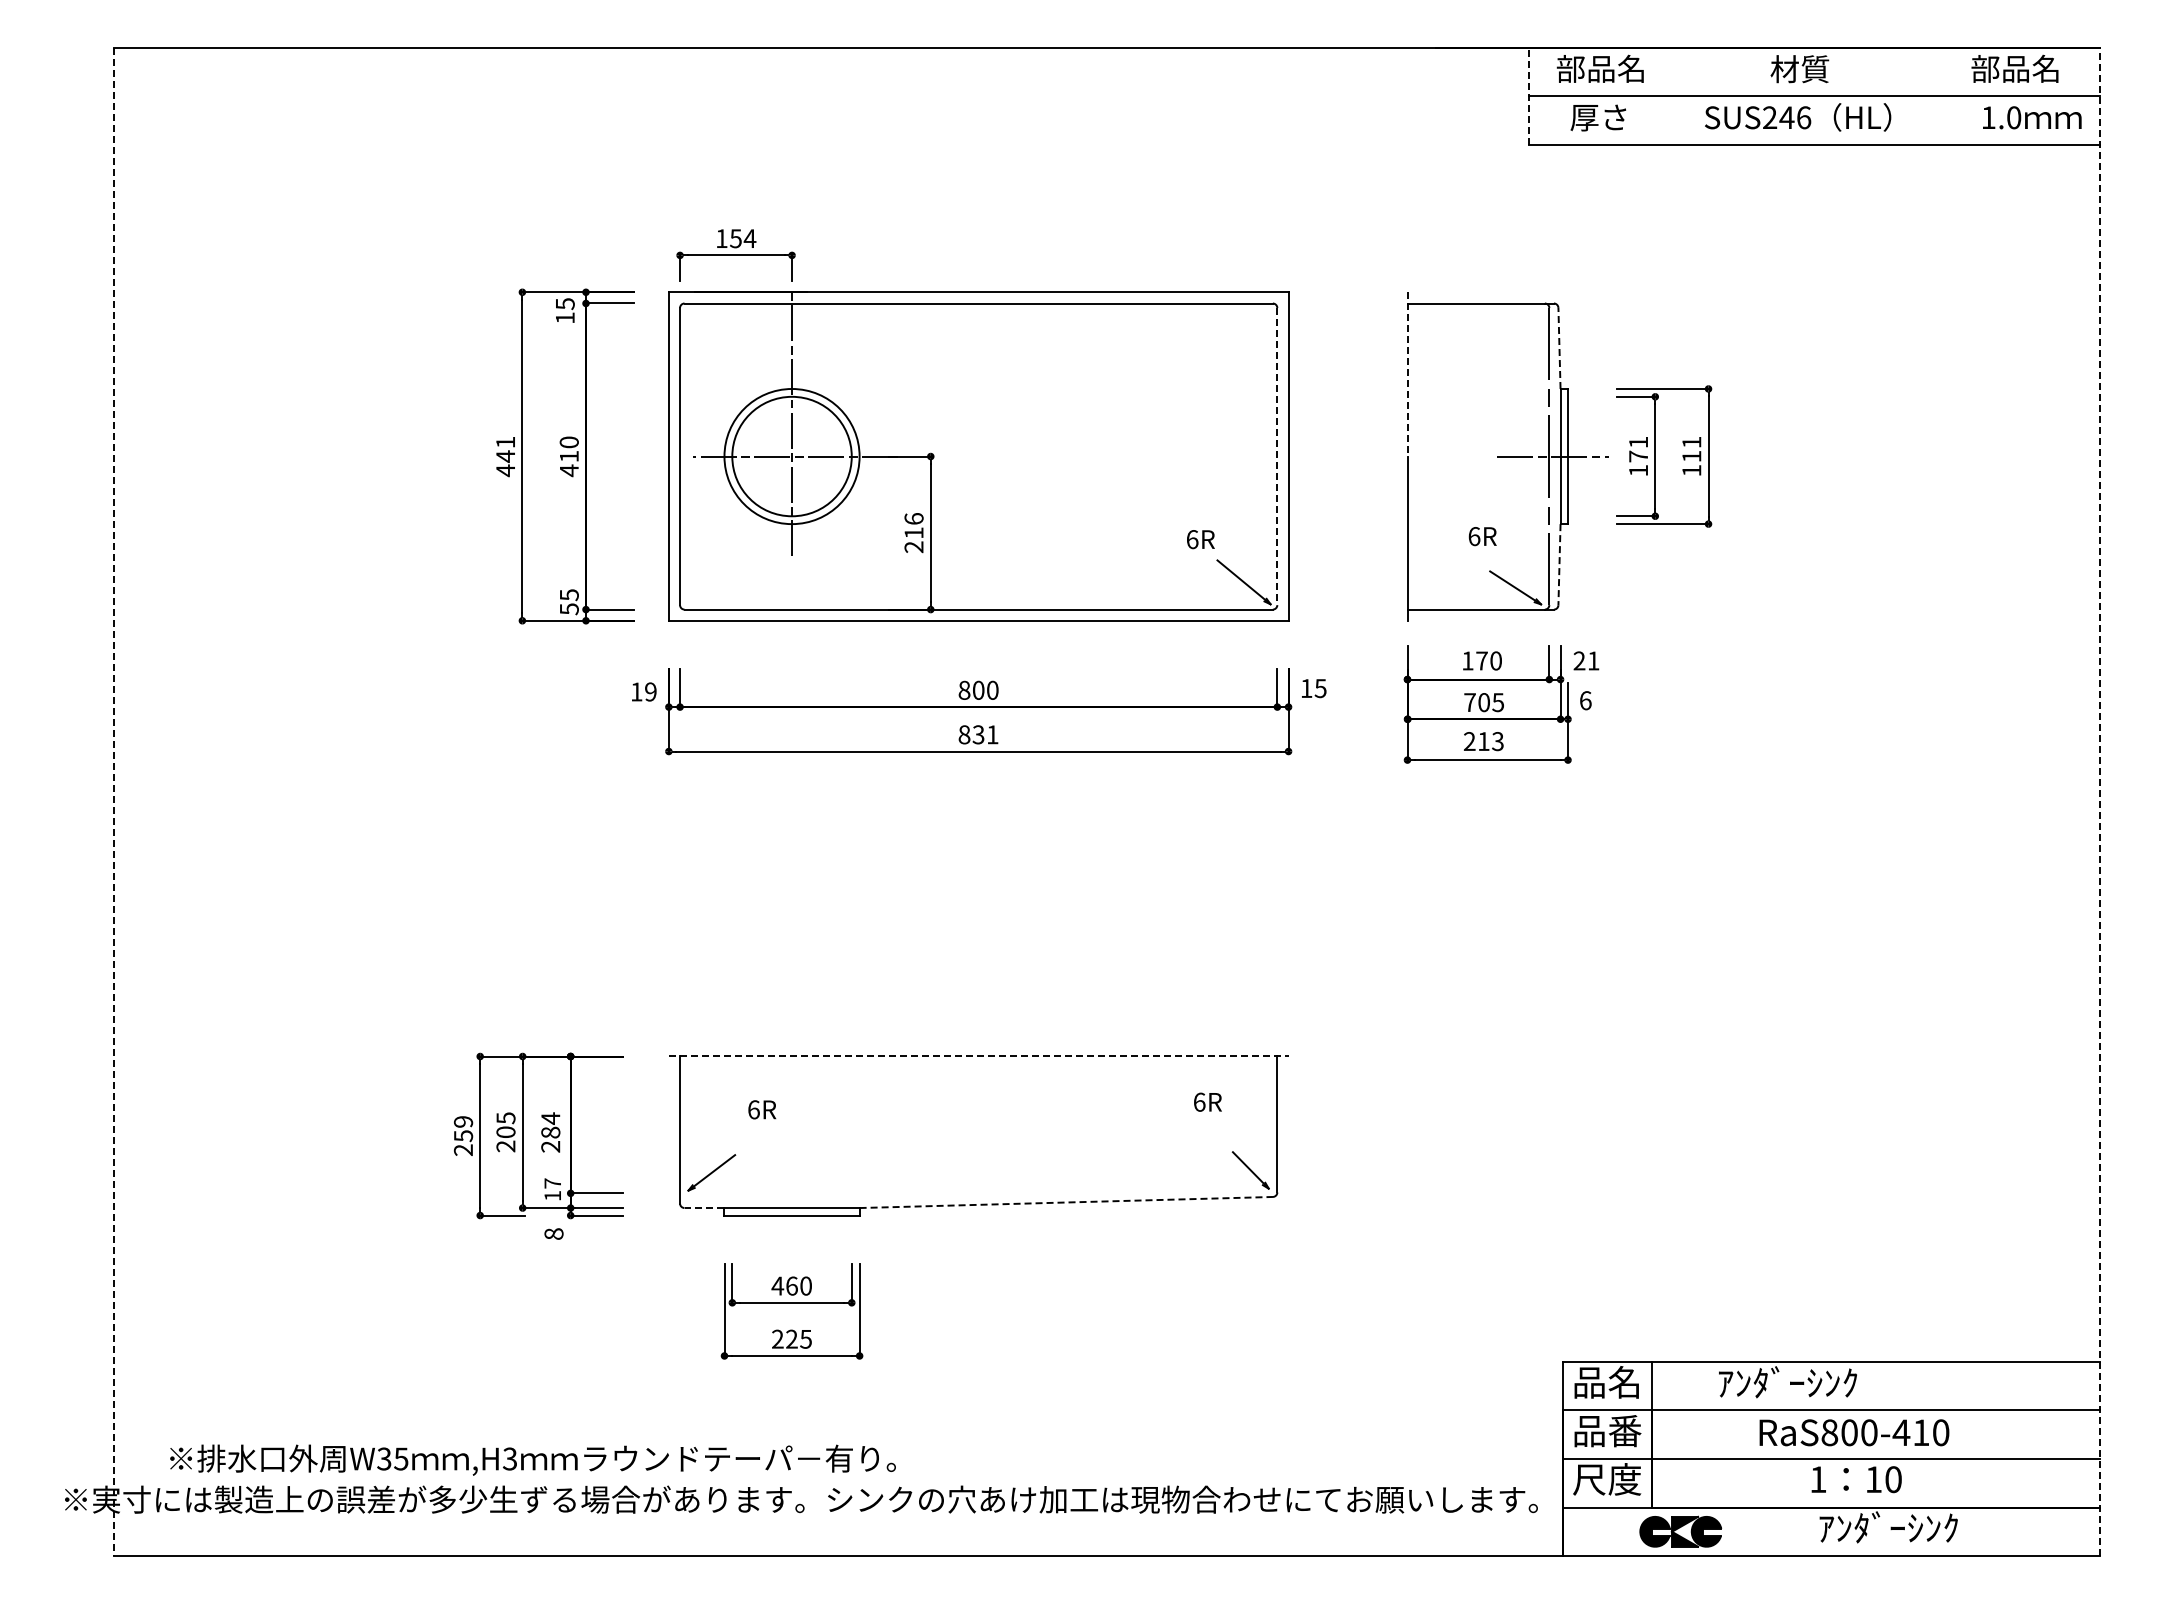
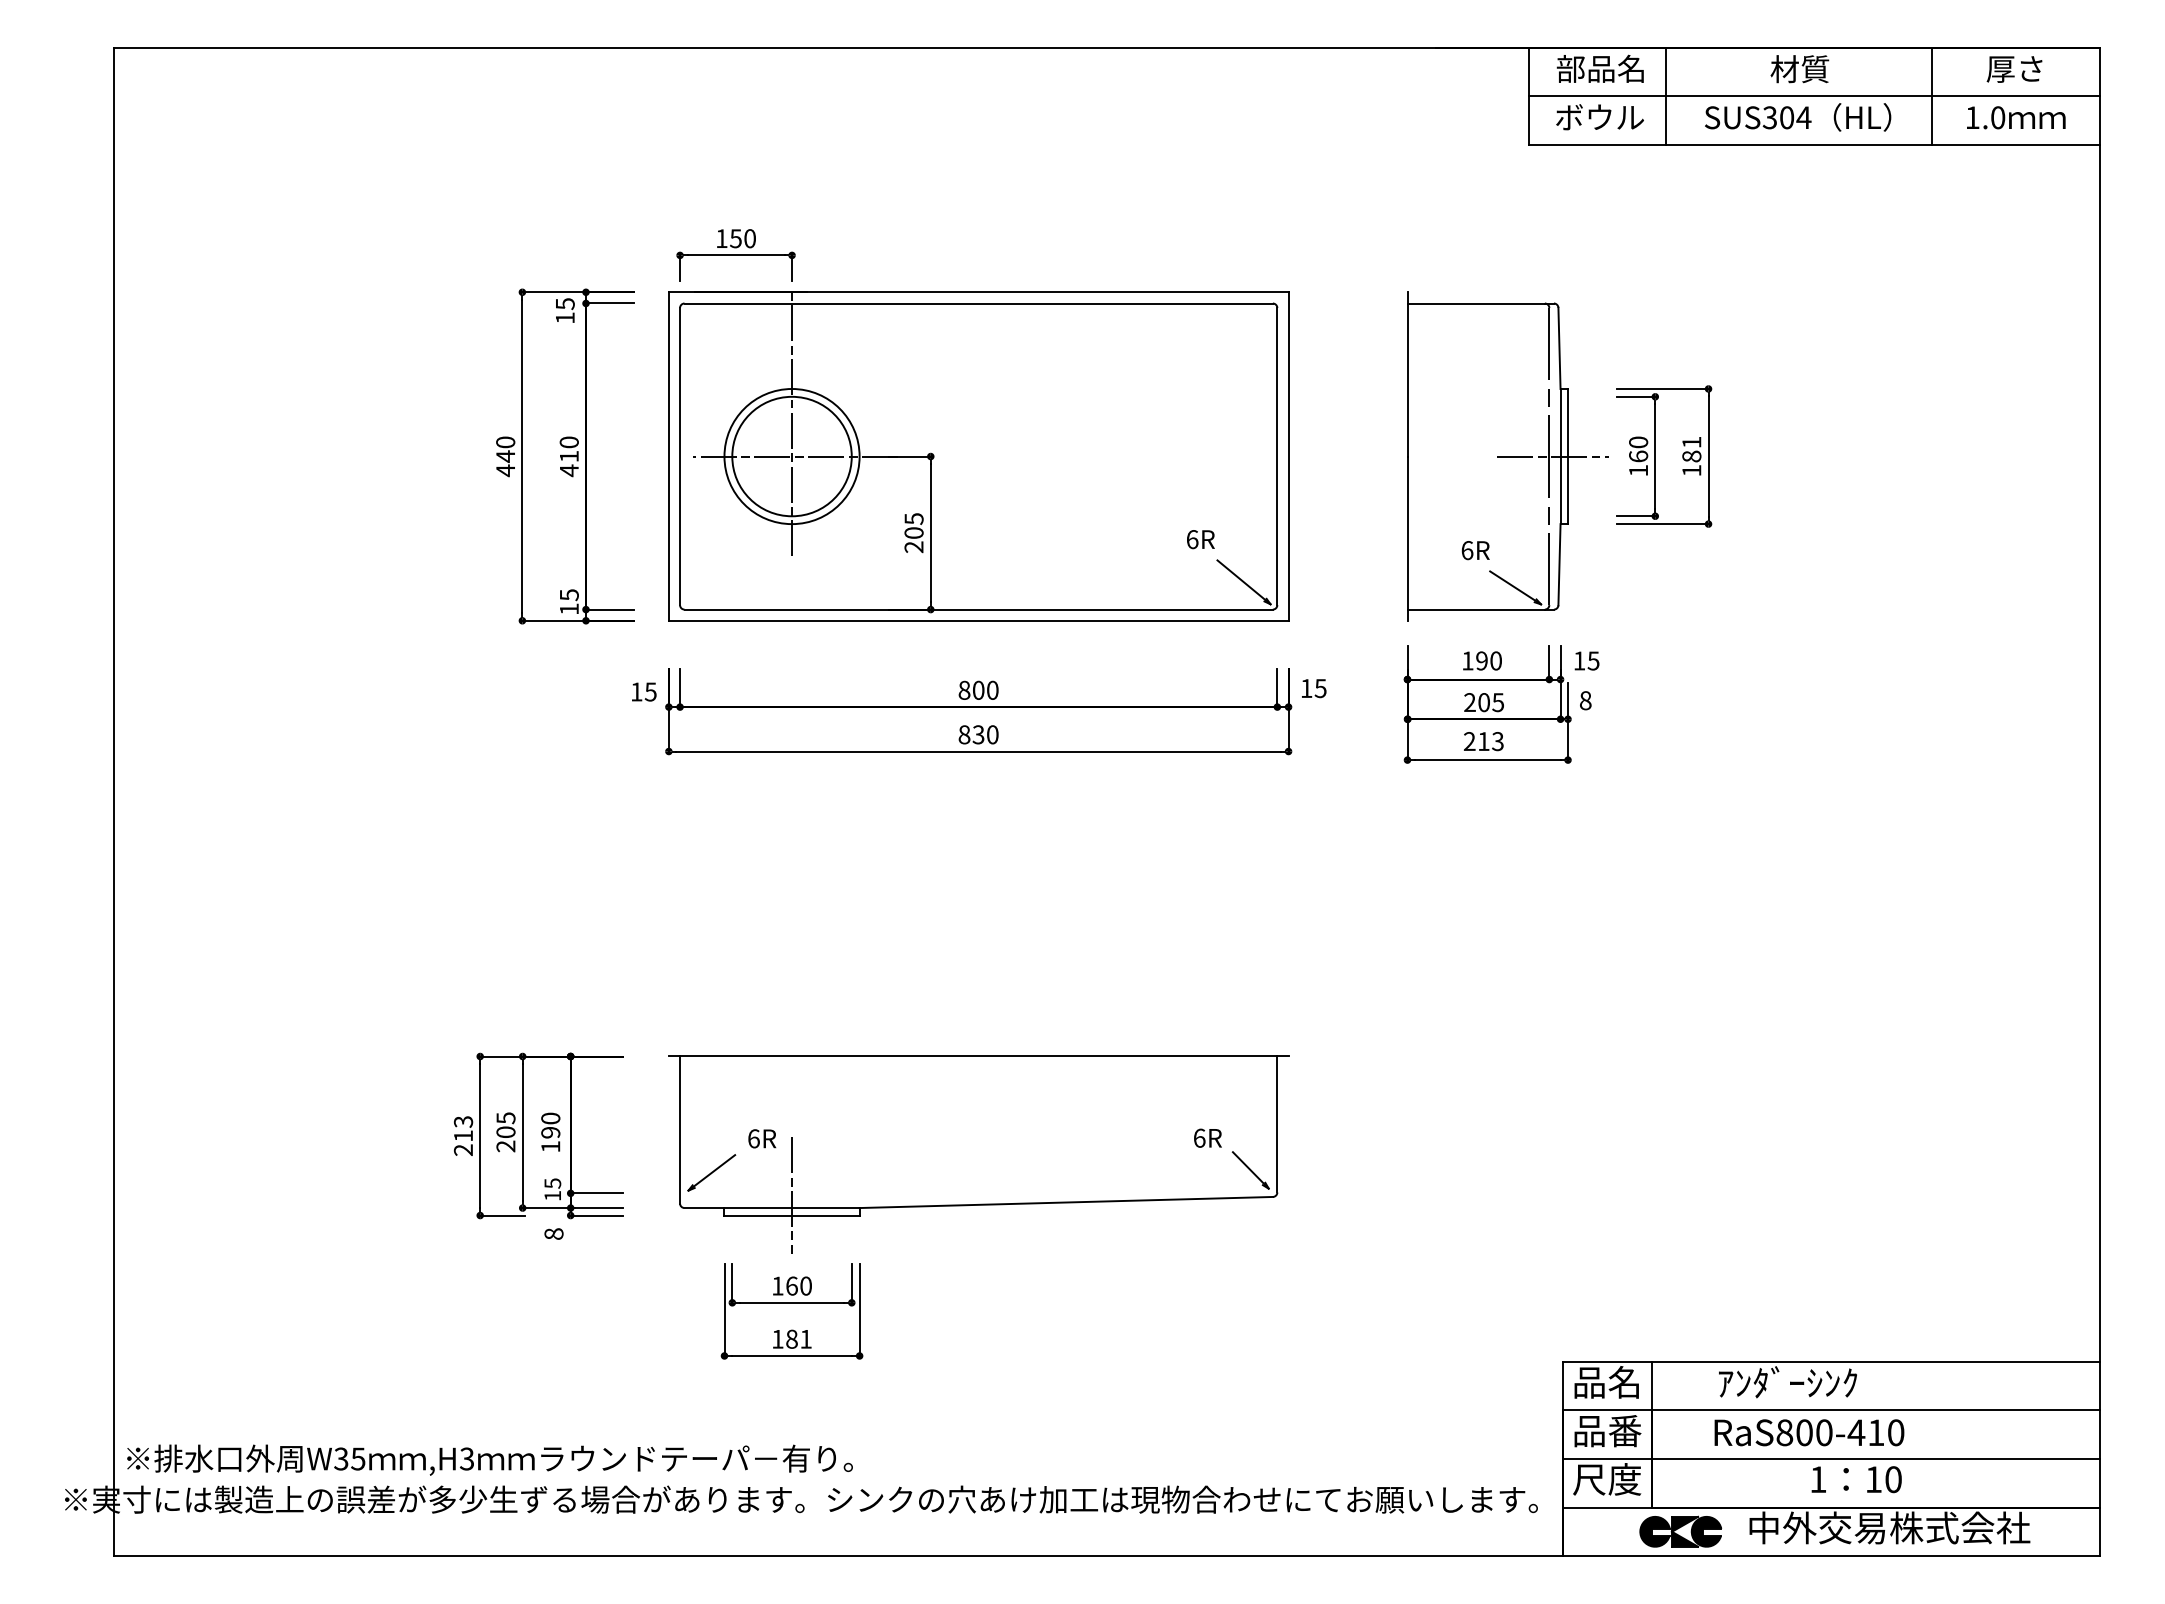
text at (2014, 68): 部品名 -> 厚さ
line at (1665, 95): none -> present
line at (1932, 95): none -> present
line at (1529, 96): dashed -> solid
text at (1599, 117): 厚さ -> ボウル
text at (1786, 117): SUS246 -> SUS304
text at (2032, 117) position: (2032, 117) -> (2016, 117)
text at (749, 238): 154 -> 150
line at (1559, 348): dashed -> solid
line at (1407, 374): dashed -> solid
text at (505, 442): 441 -> 440
text at (1638, 449): 171 -> 160
line at (1277, 456): dashed -> solid
text at (1691, 456): 111 -> 181
text at (913, 525): 216 -> 205
text at (1482, 536) position: (1482, 536) -> (1475, 550)
line at (1559, 564): dashed -> solid
text at (569, 609): 55 -> 15
text at (1481, 660): 170 -> 190
text at (1586, 660): 21 -> 15
text at (650, 691): 19 -> 15
text at (1585, 700): 6 -> 8
text at (1469, 702): 705 -> 205
text at (992, 734): 831 -> 830
line at (2100, 801): dashed -> solid
line at (114, 802): dashed -> solid
line at (978, 1056): dashed -> solid
text at (1207, 1101) position: (1207, 1101) -> (1207, 1137)
text at (762, 1109) position: (762, 1109) -> (762, 1138)
text at (463, 1129): 259 -> 213
text at (550, 1132): 284 -> 190
text at (552, 1183): 17 -> 15
line at (792, 1195): none -> present
line at (1066, 1202): dashed -> solid
line at (704, 1208): dashed -> solid
text at (777, 1285): 460 -> 160
text at (791, 1338): 225 -> 181
text at (1854, 1432) position: (1854, 1432) -> (1809, 1432)
text at (532, 1459) position: (532, 1459) -> (489, 1459)
text at (1889, 1527): ｱﾝﾀﾞｰｼﾝｸ -> 中外交易株式会社
